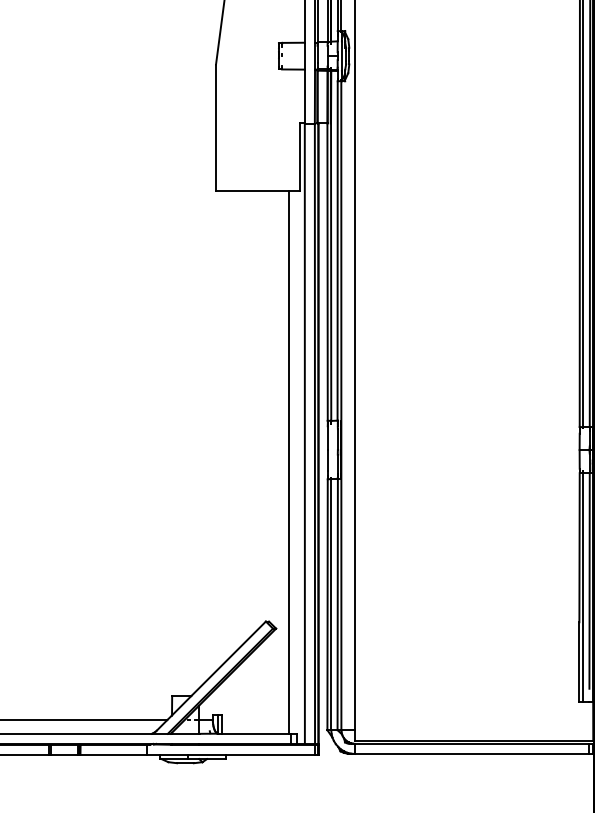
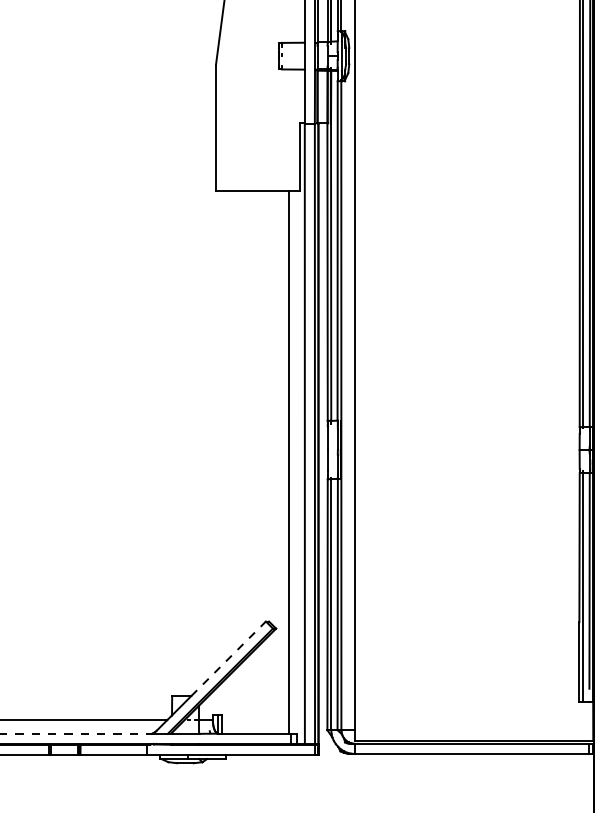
line at (228, 658): solid -> dashed
line at (76, 733): solid -> dashed
